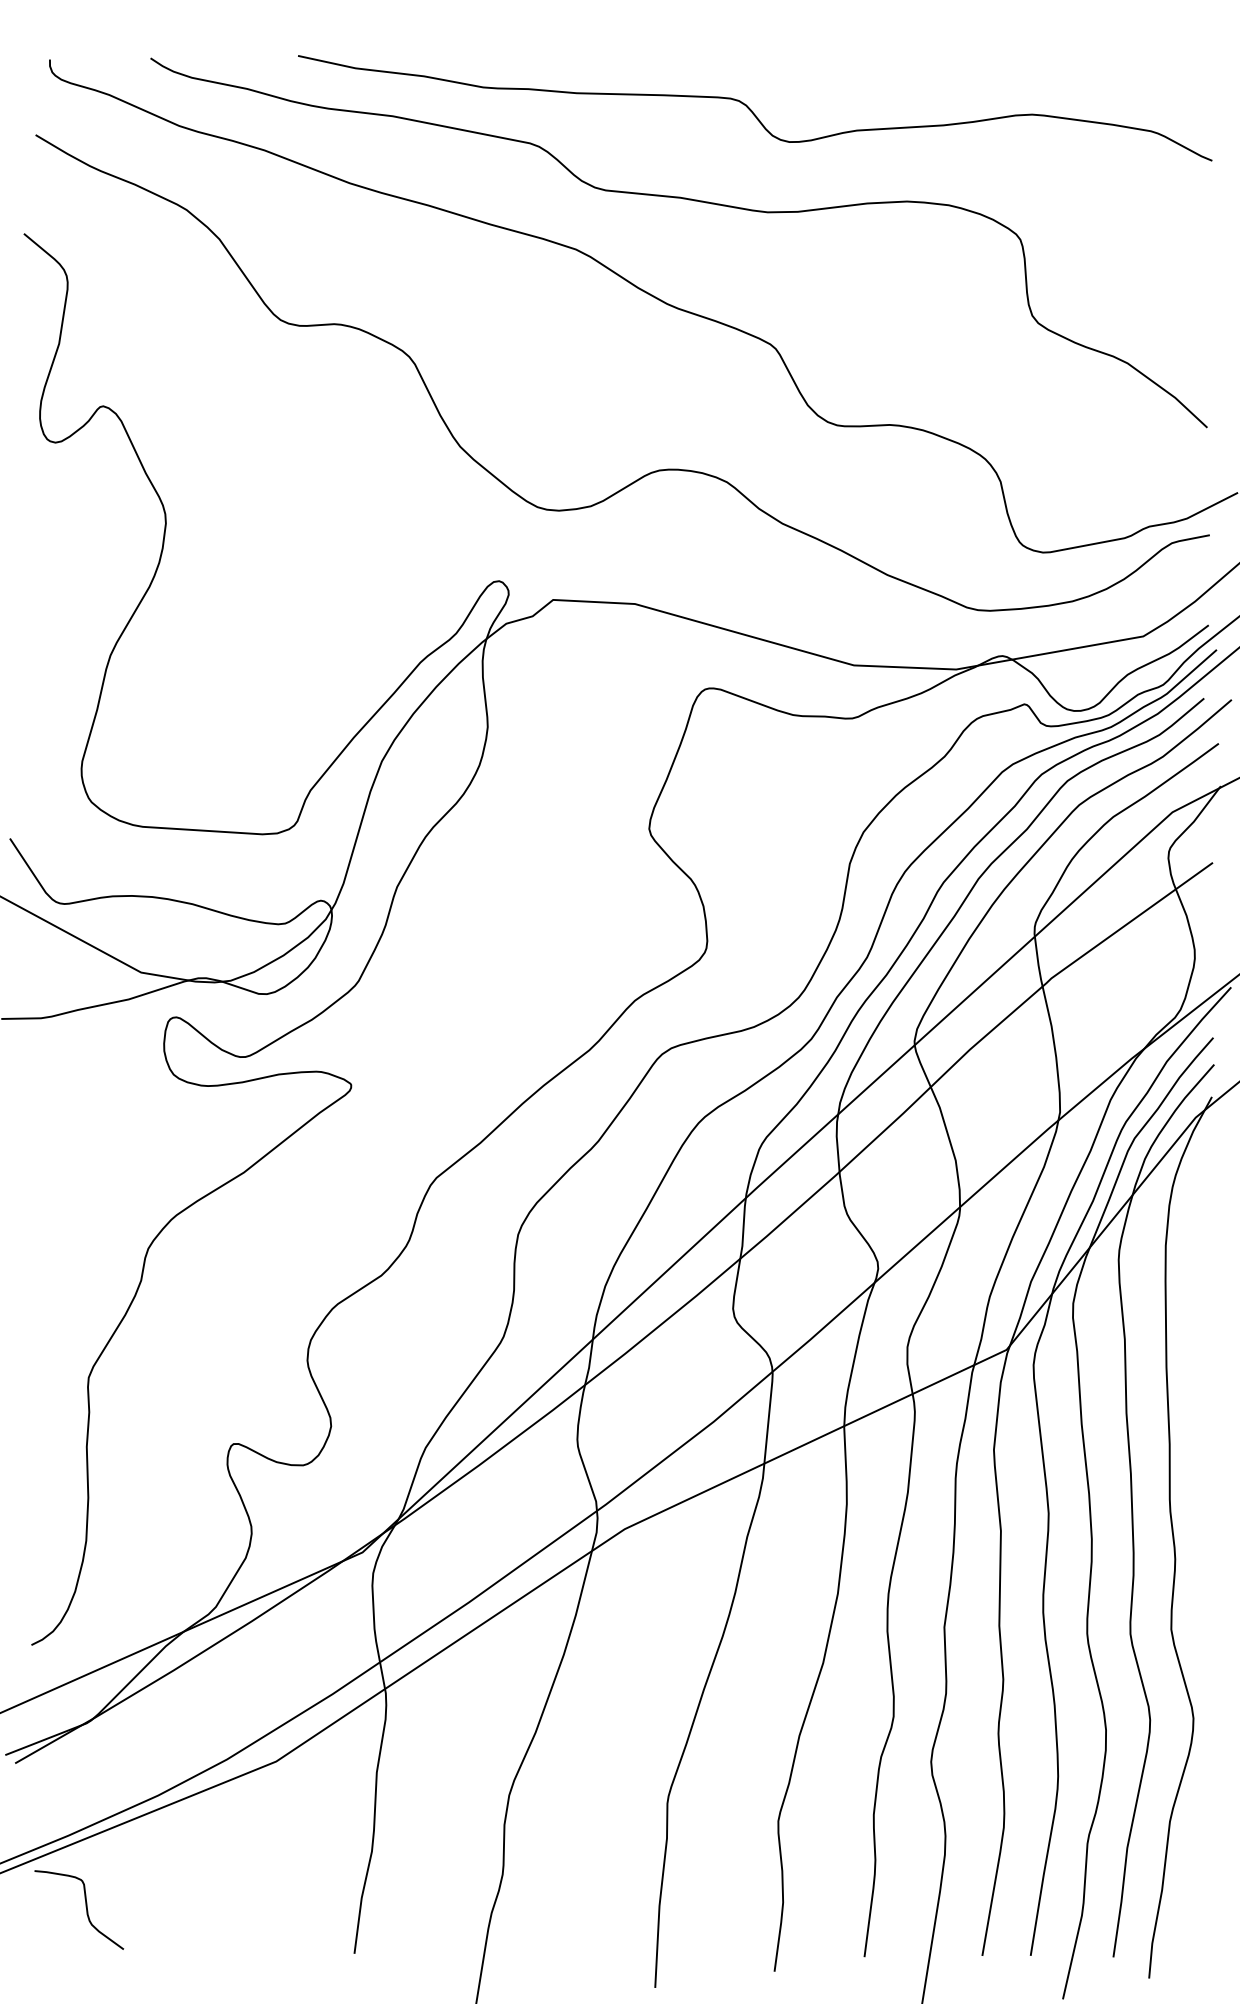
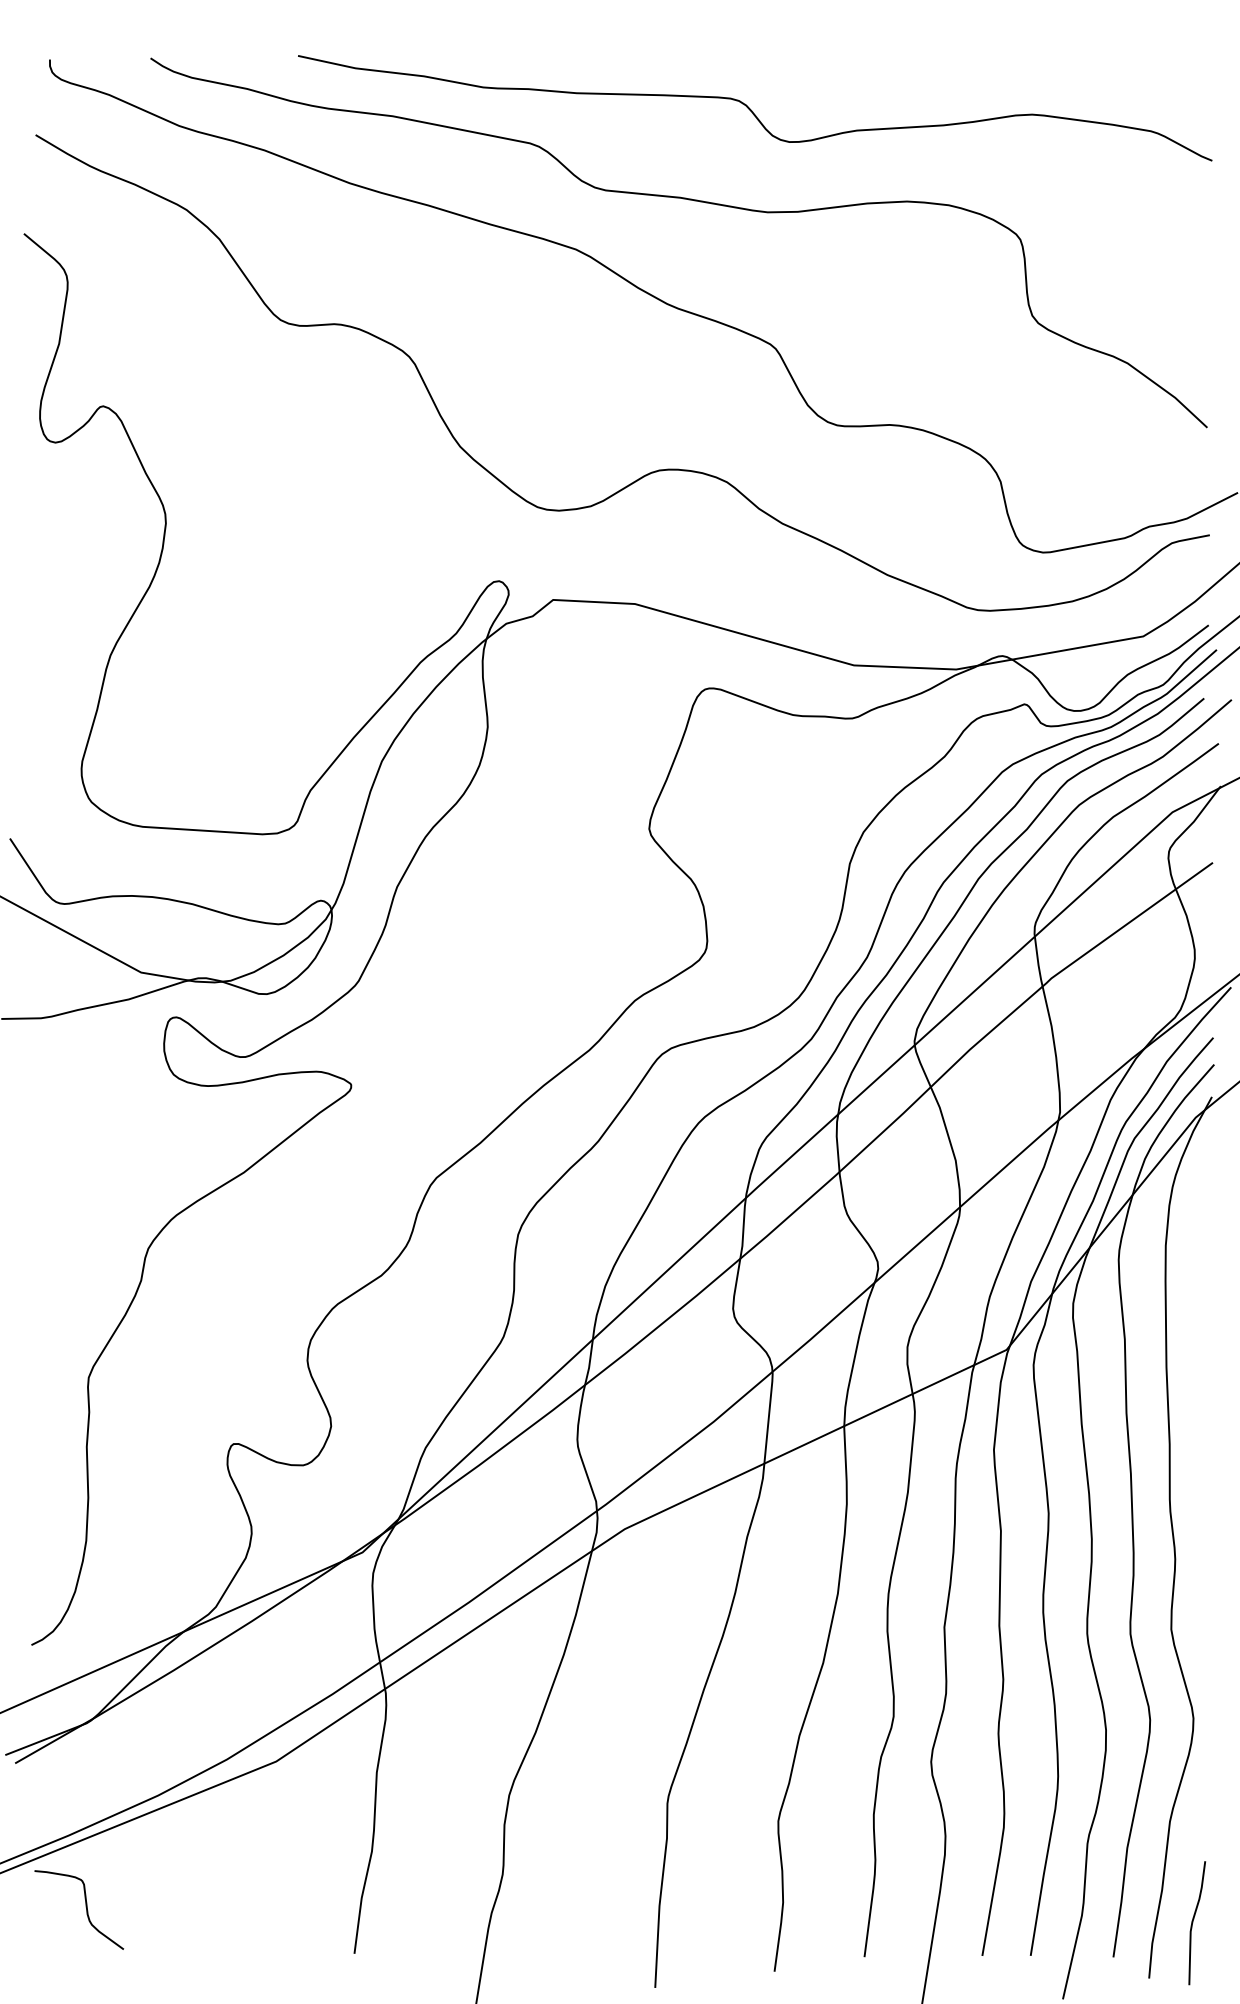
curve at (1193, 1922): none -> present
